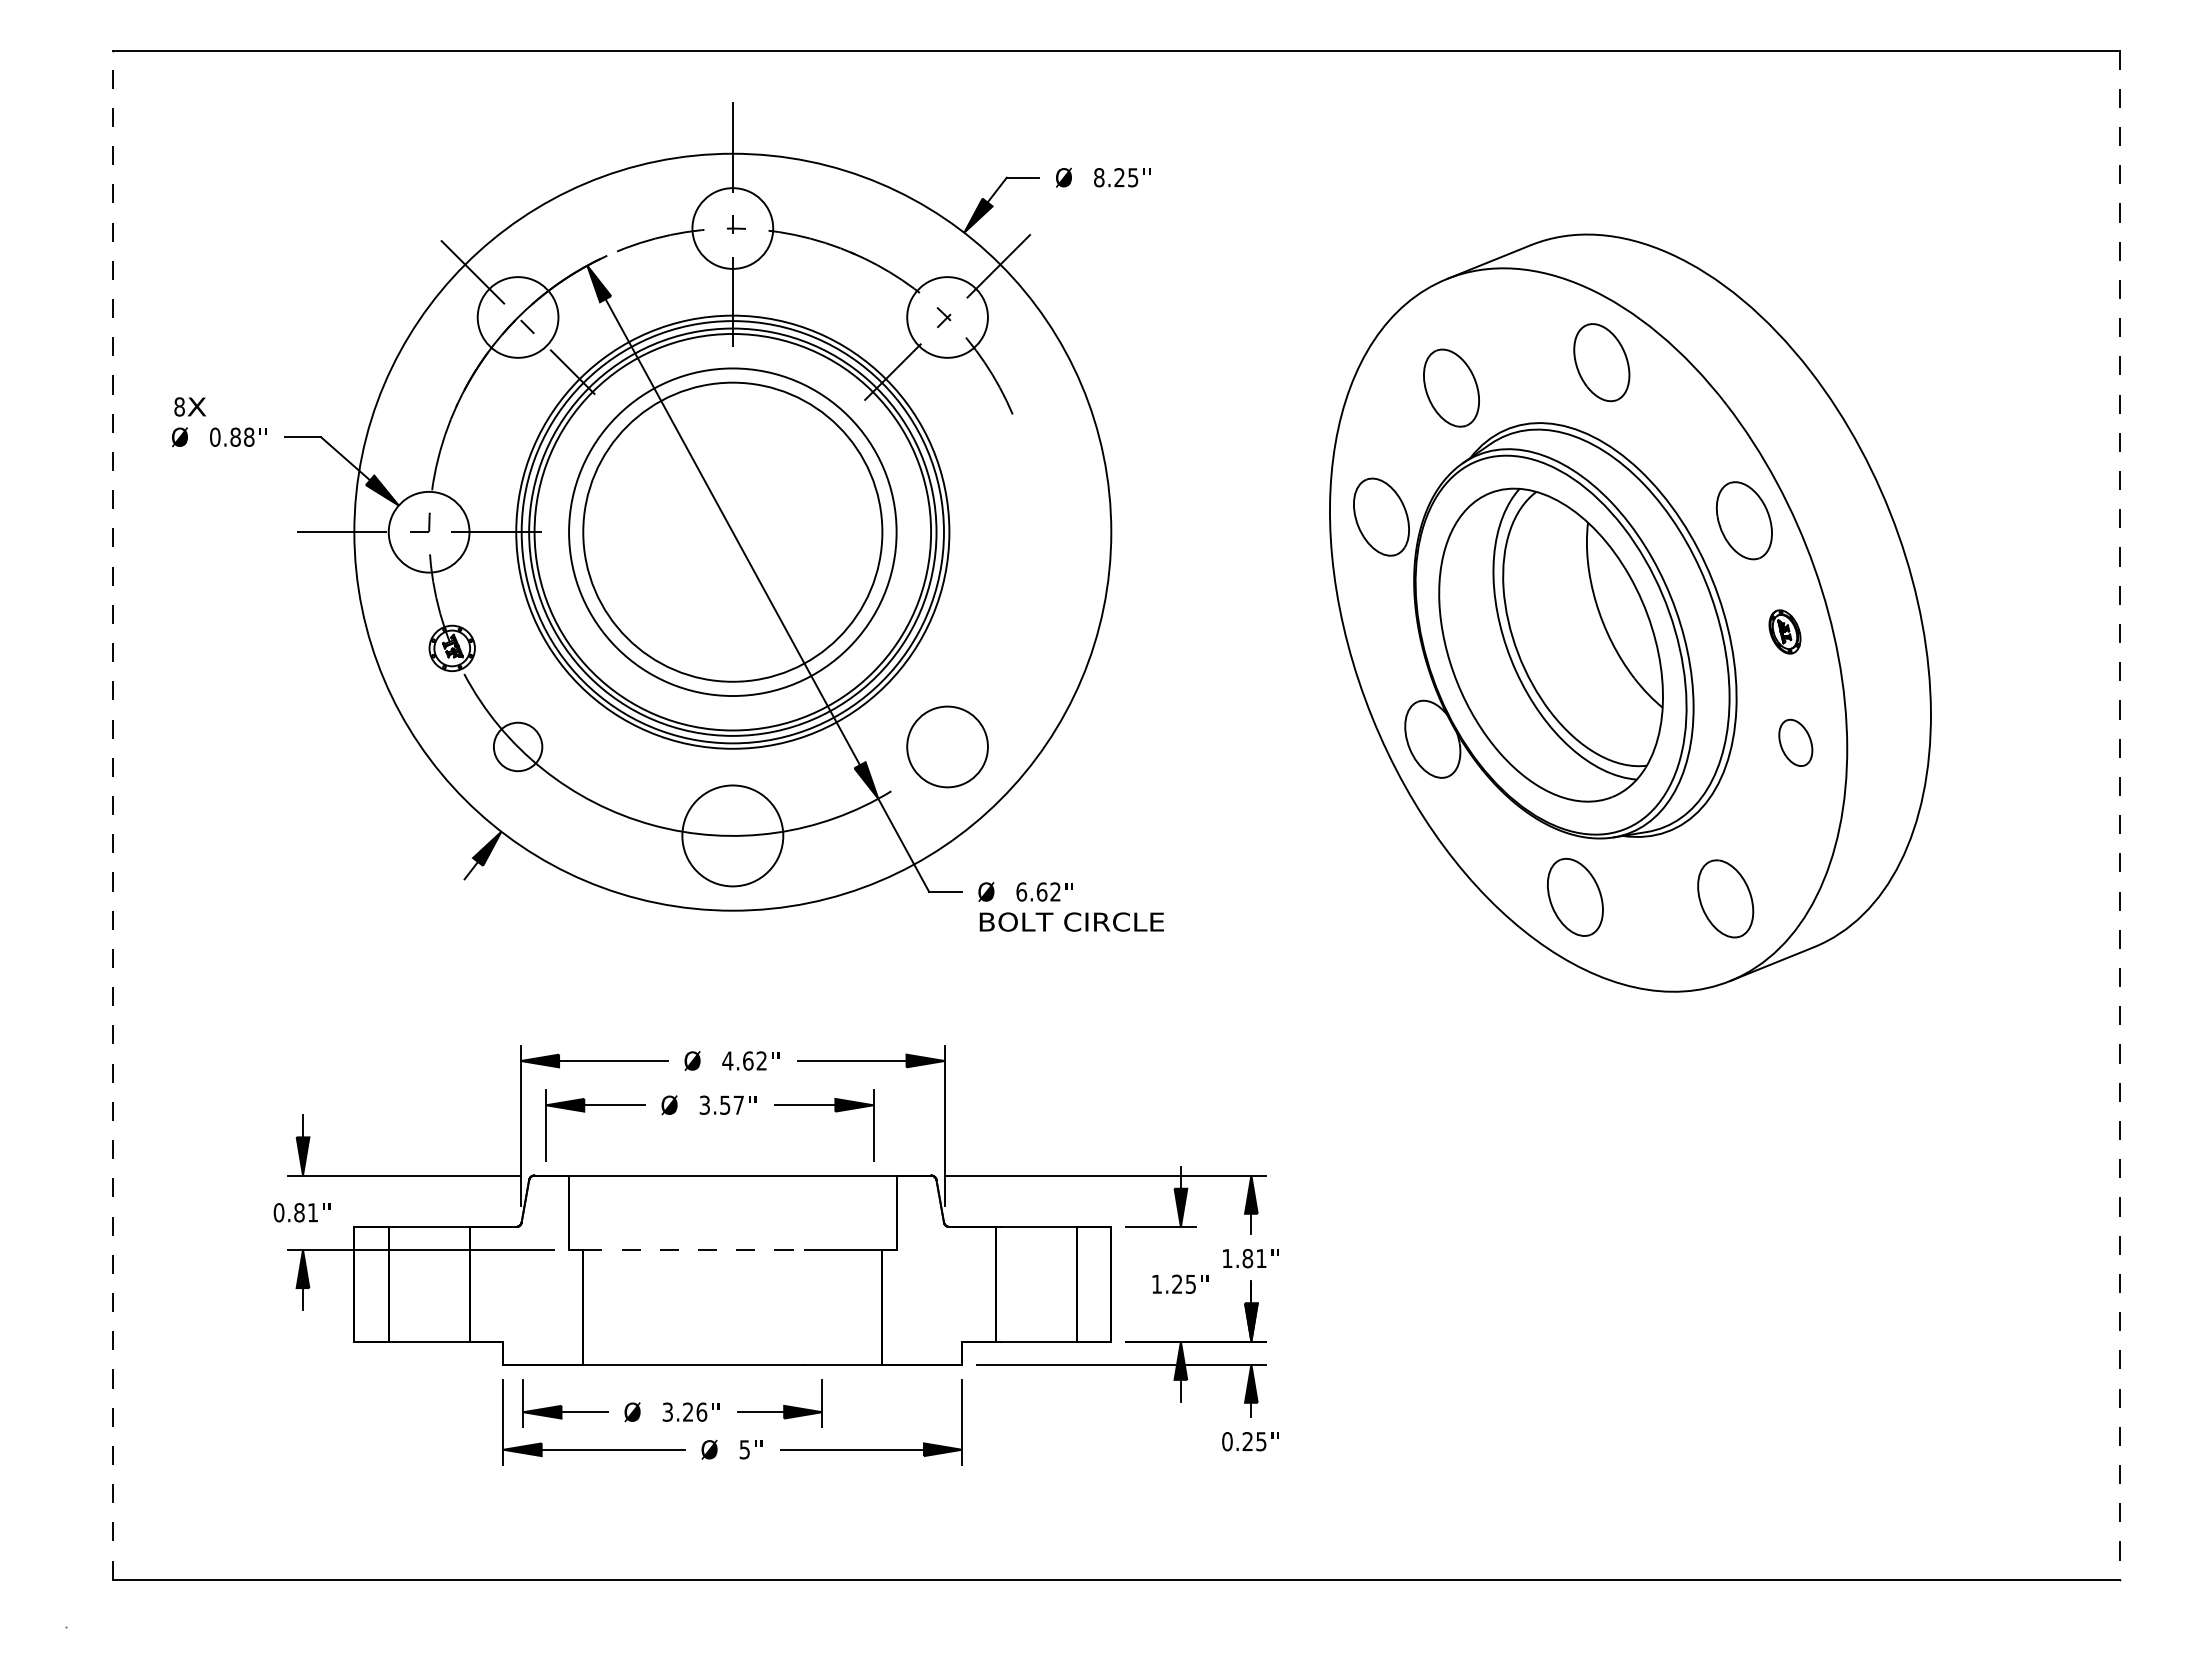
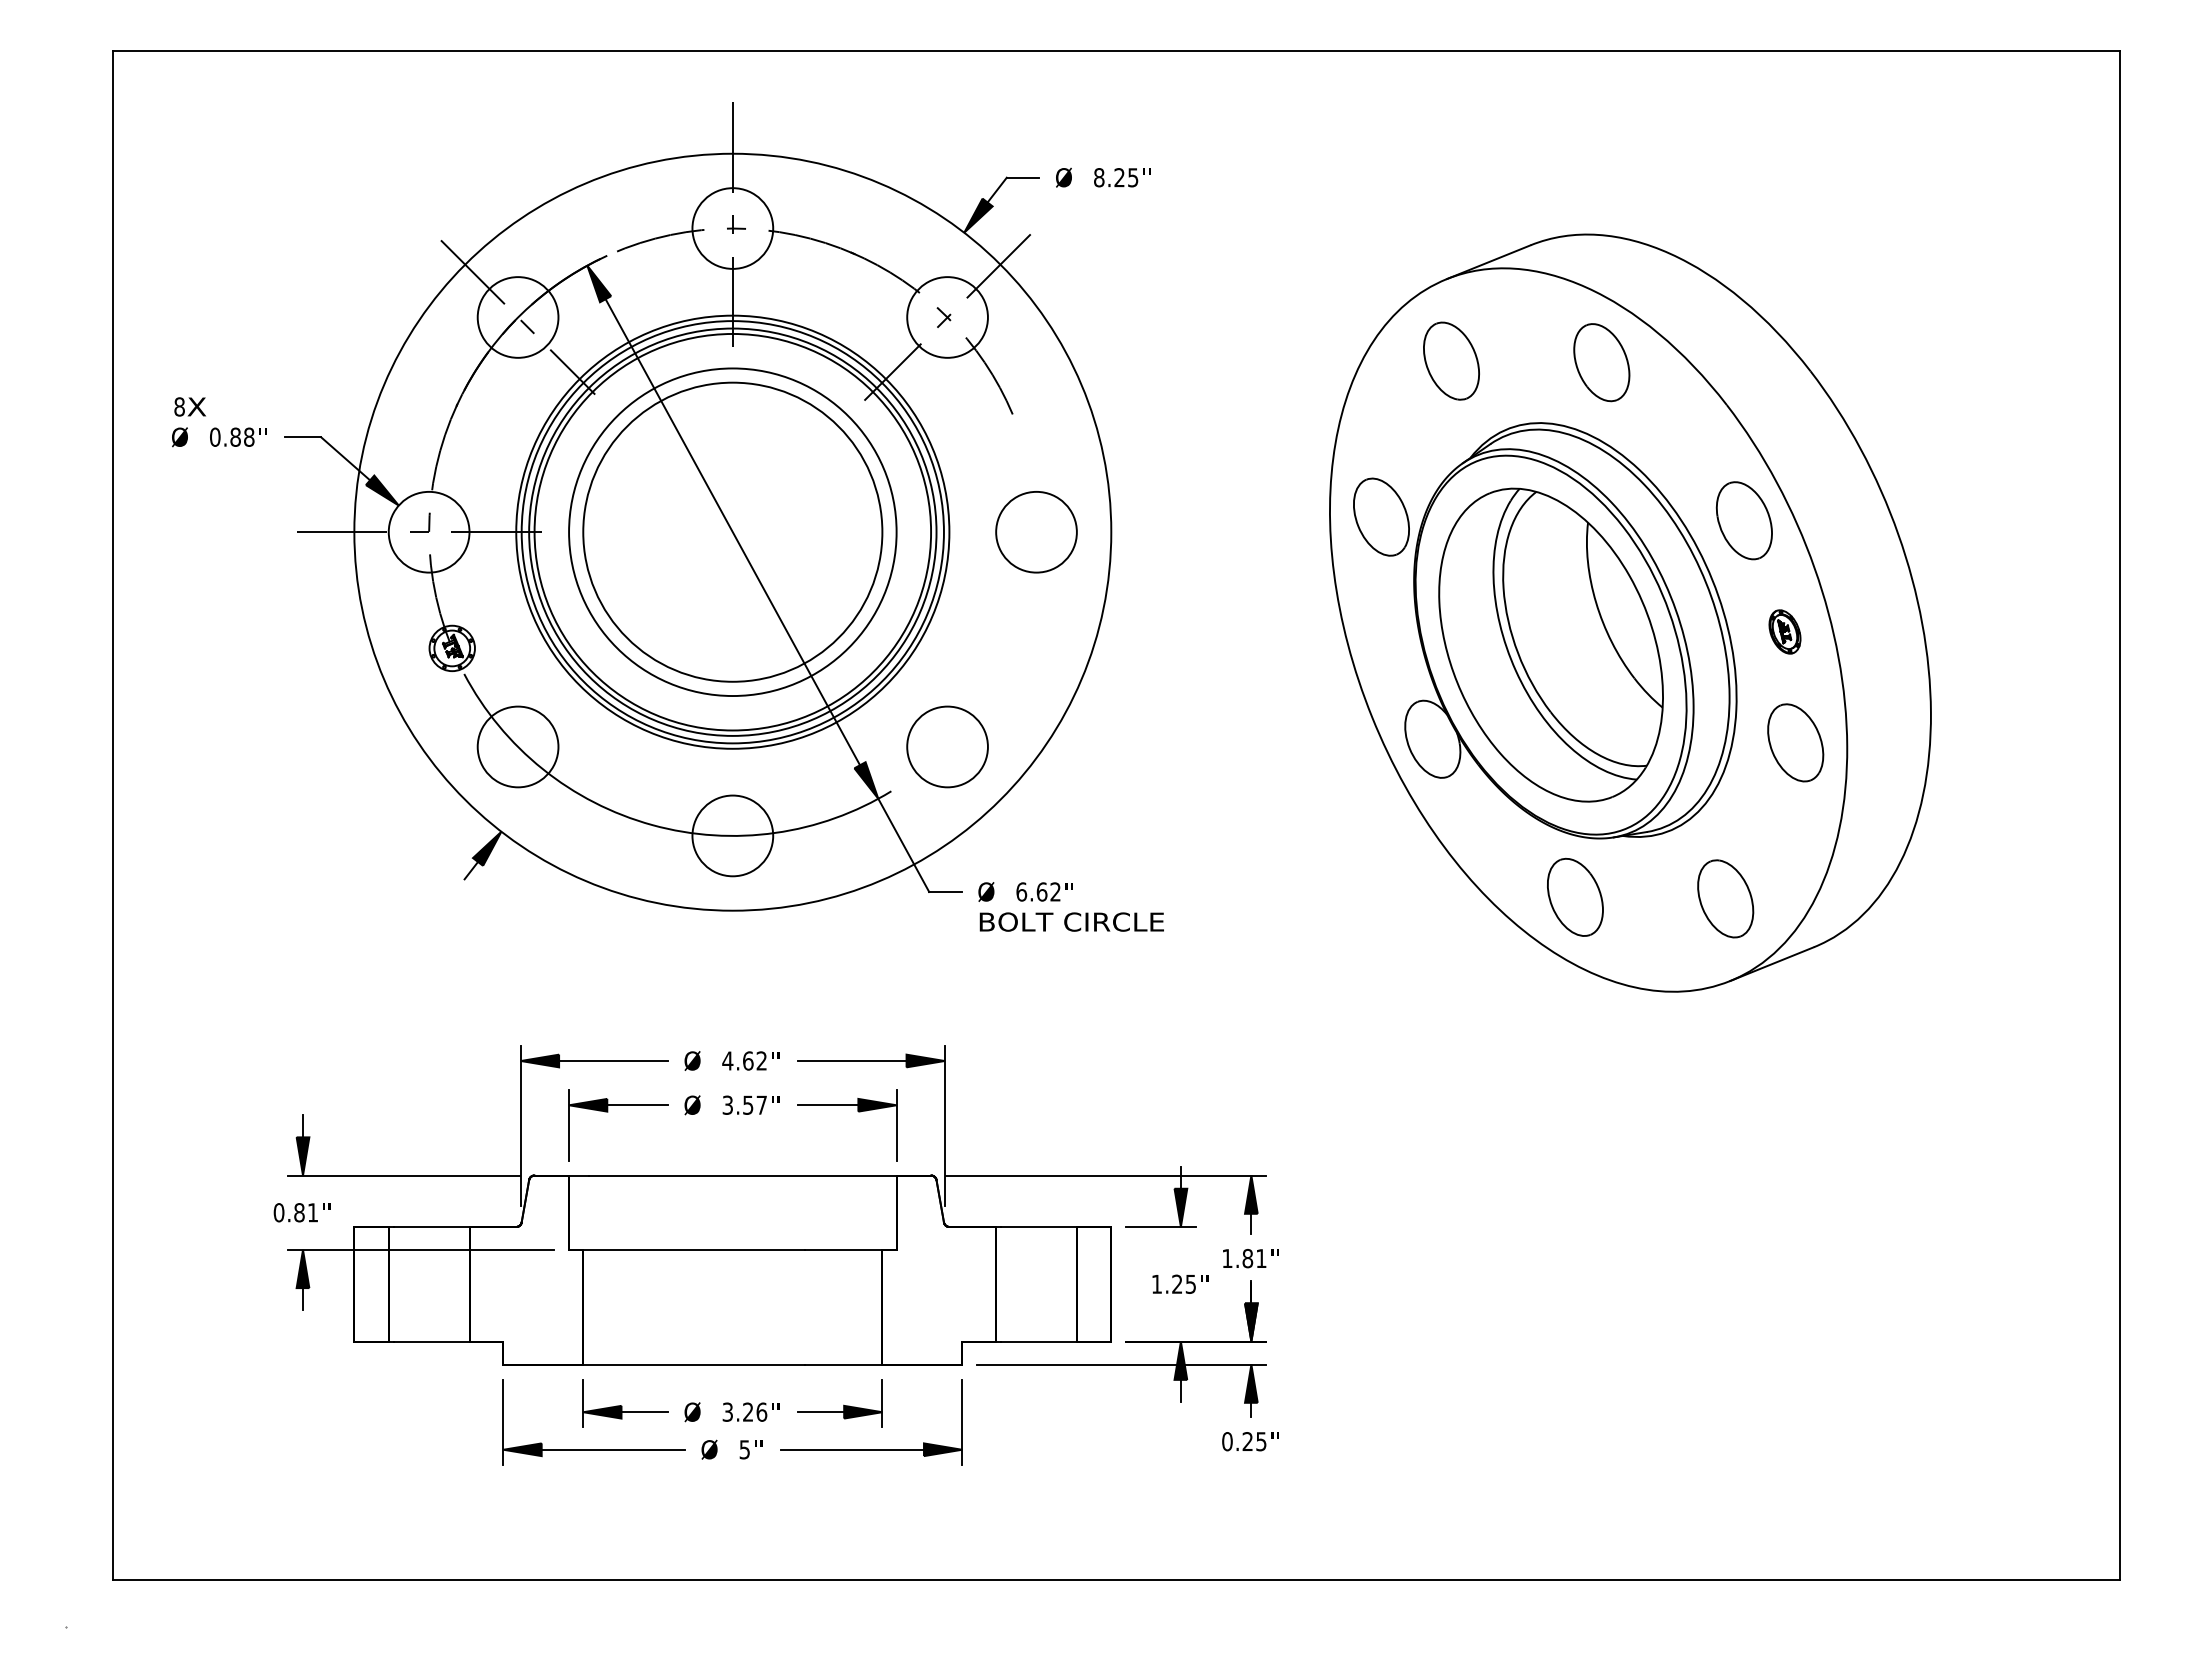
part at (1451, 387) position: (1451, 387) -> (1451, 360)
circle at (1036, 532): none -> present
part at (1795, 742) size: 36x49 px -> 58x80 px
circle at (517, 746) diameter: 48 px -> 81 px
line at (113, 815): dashed -> solid
line at (2120, 815): dashed -> solid
circle at (732, 835) diameter: 101 px -> 81 px
part at (707, 1114) position: (707, 1114) -> (730, 1114)
line at (693, 1249): dashed -> solid
part at (672, 1403) position: (672, 1403) -> (732, 1403)
